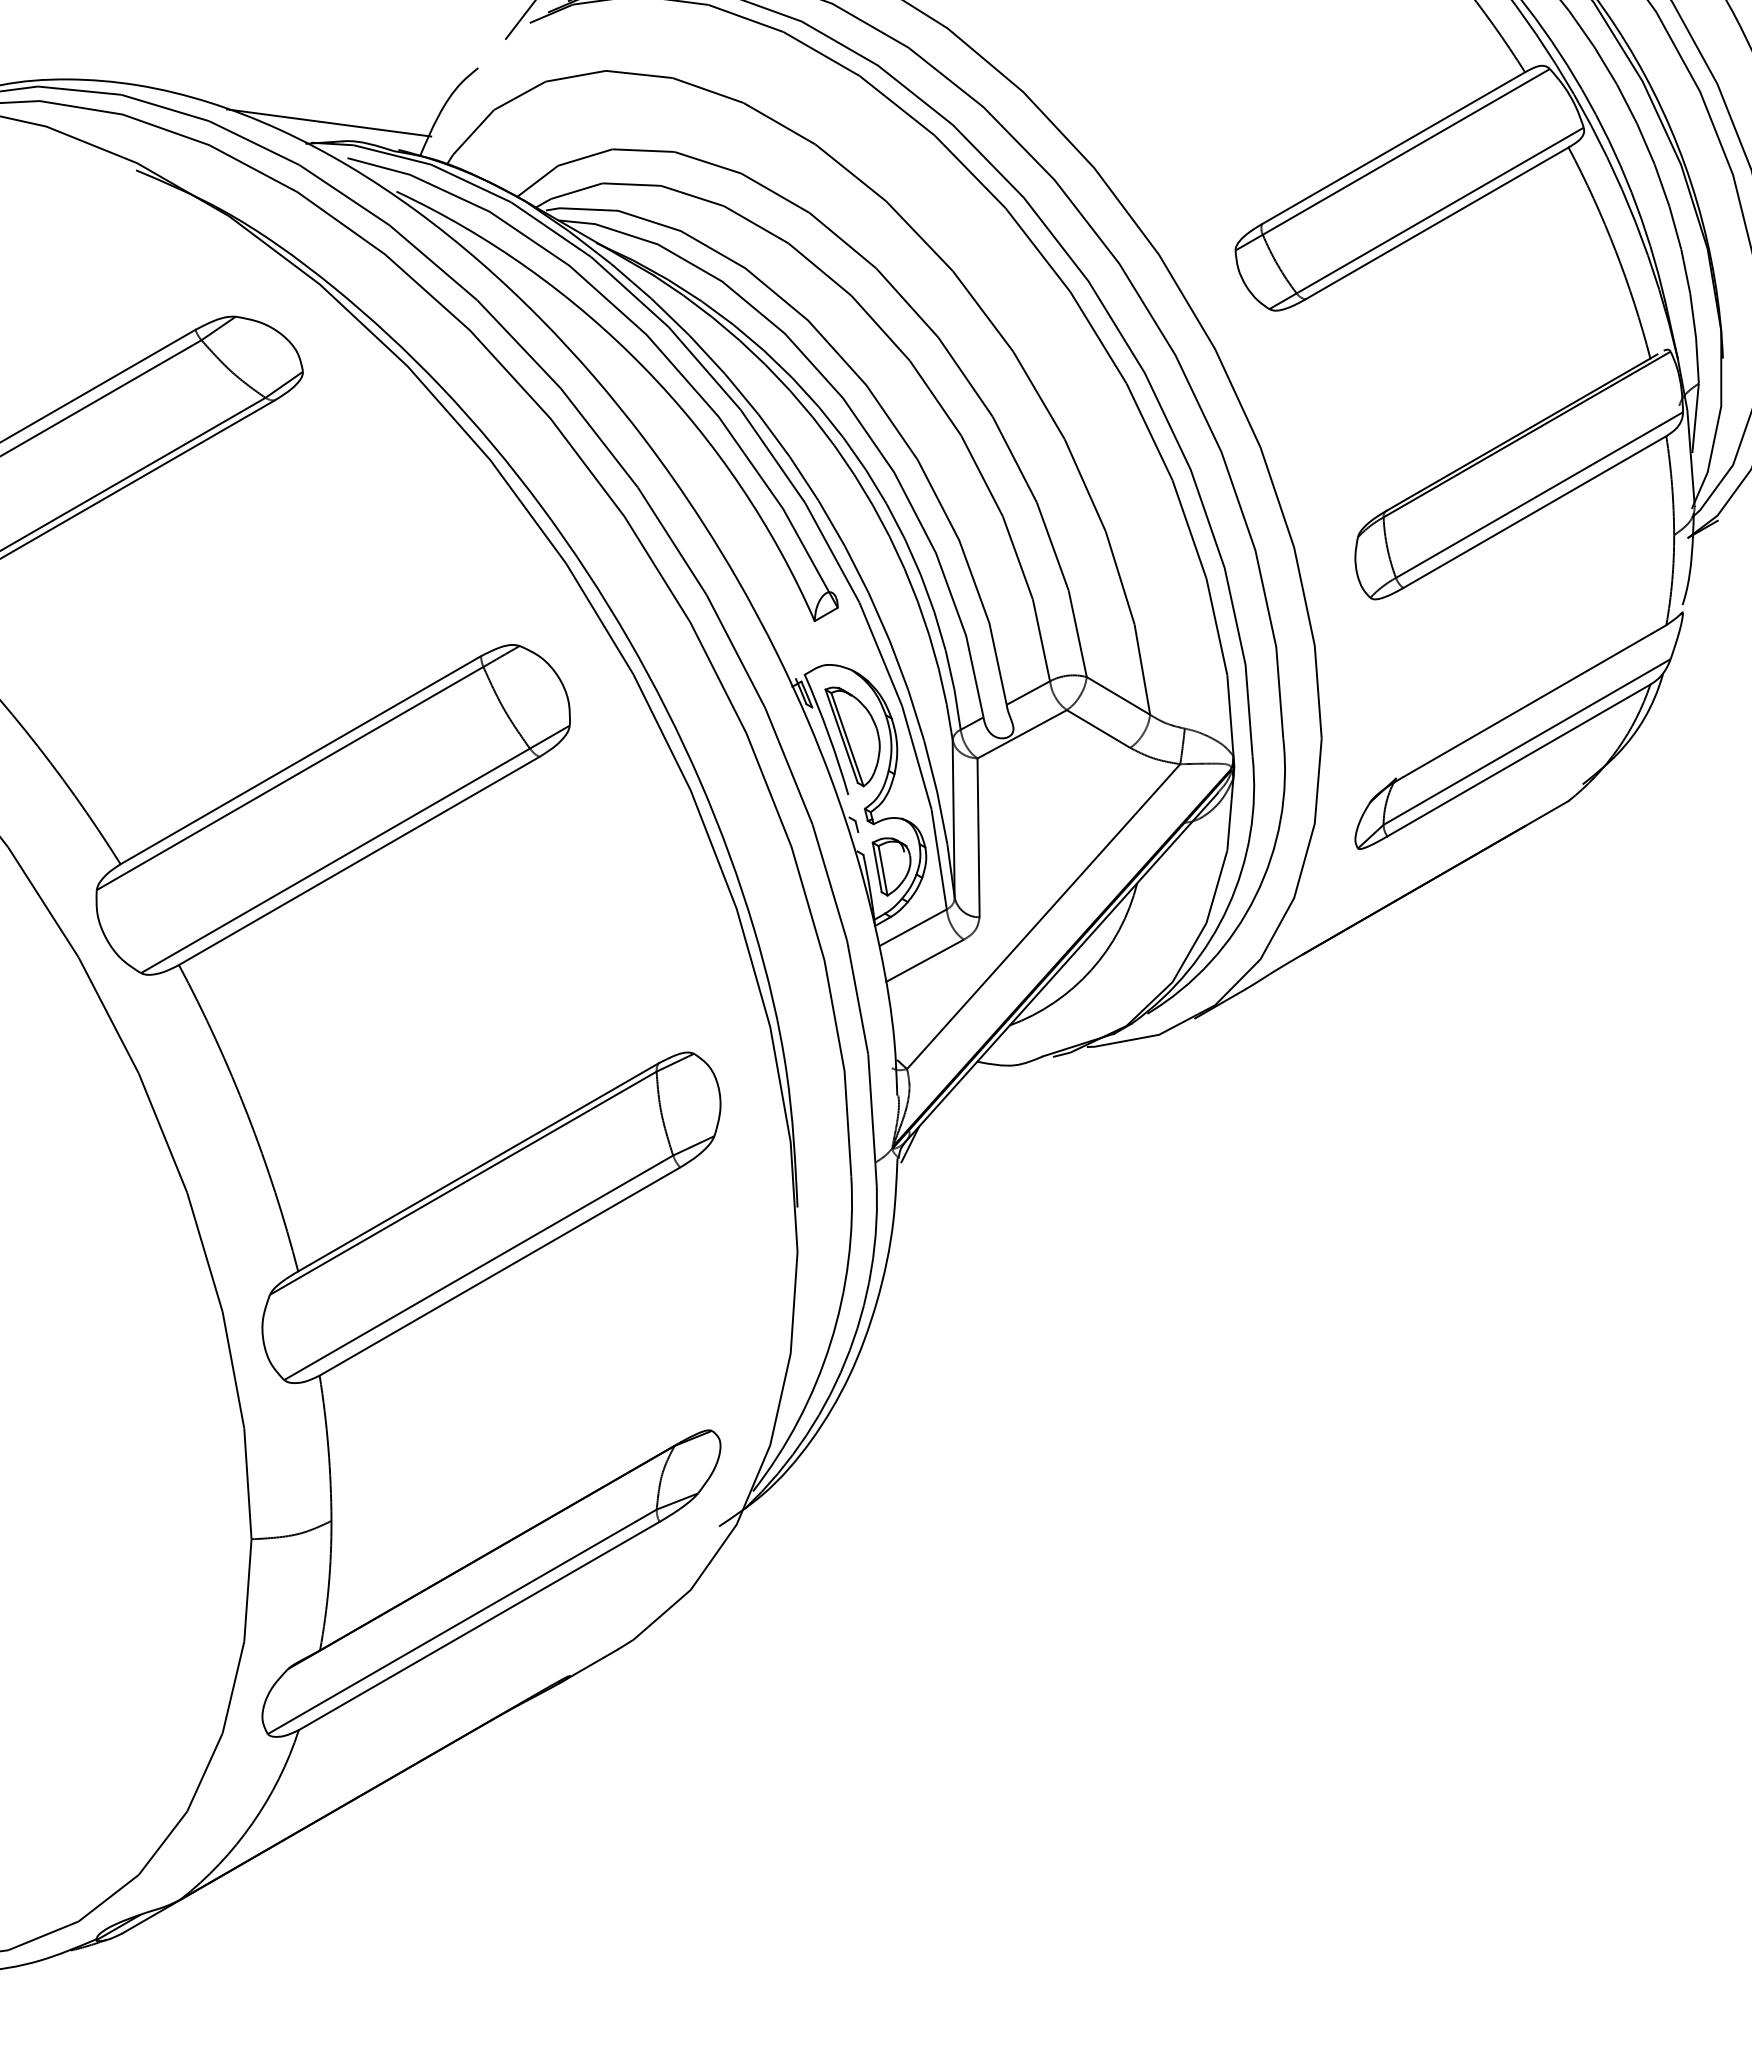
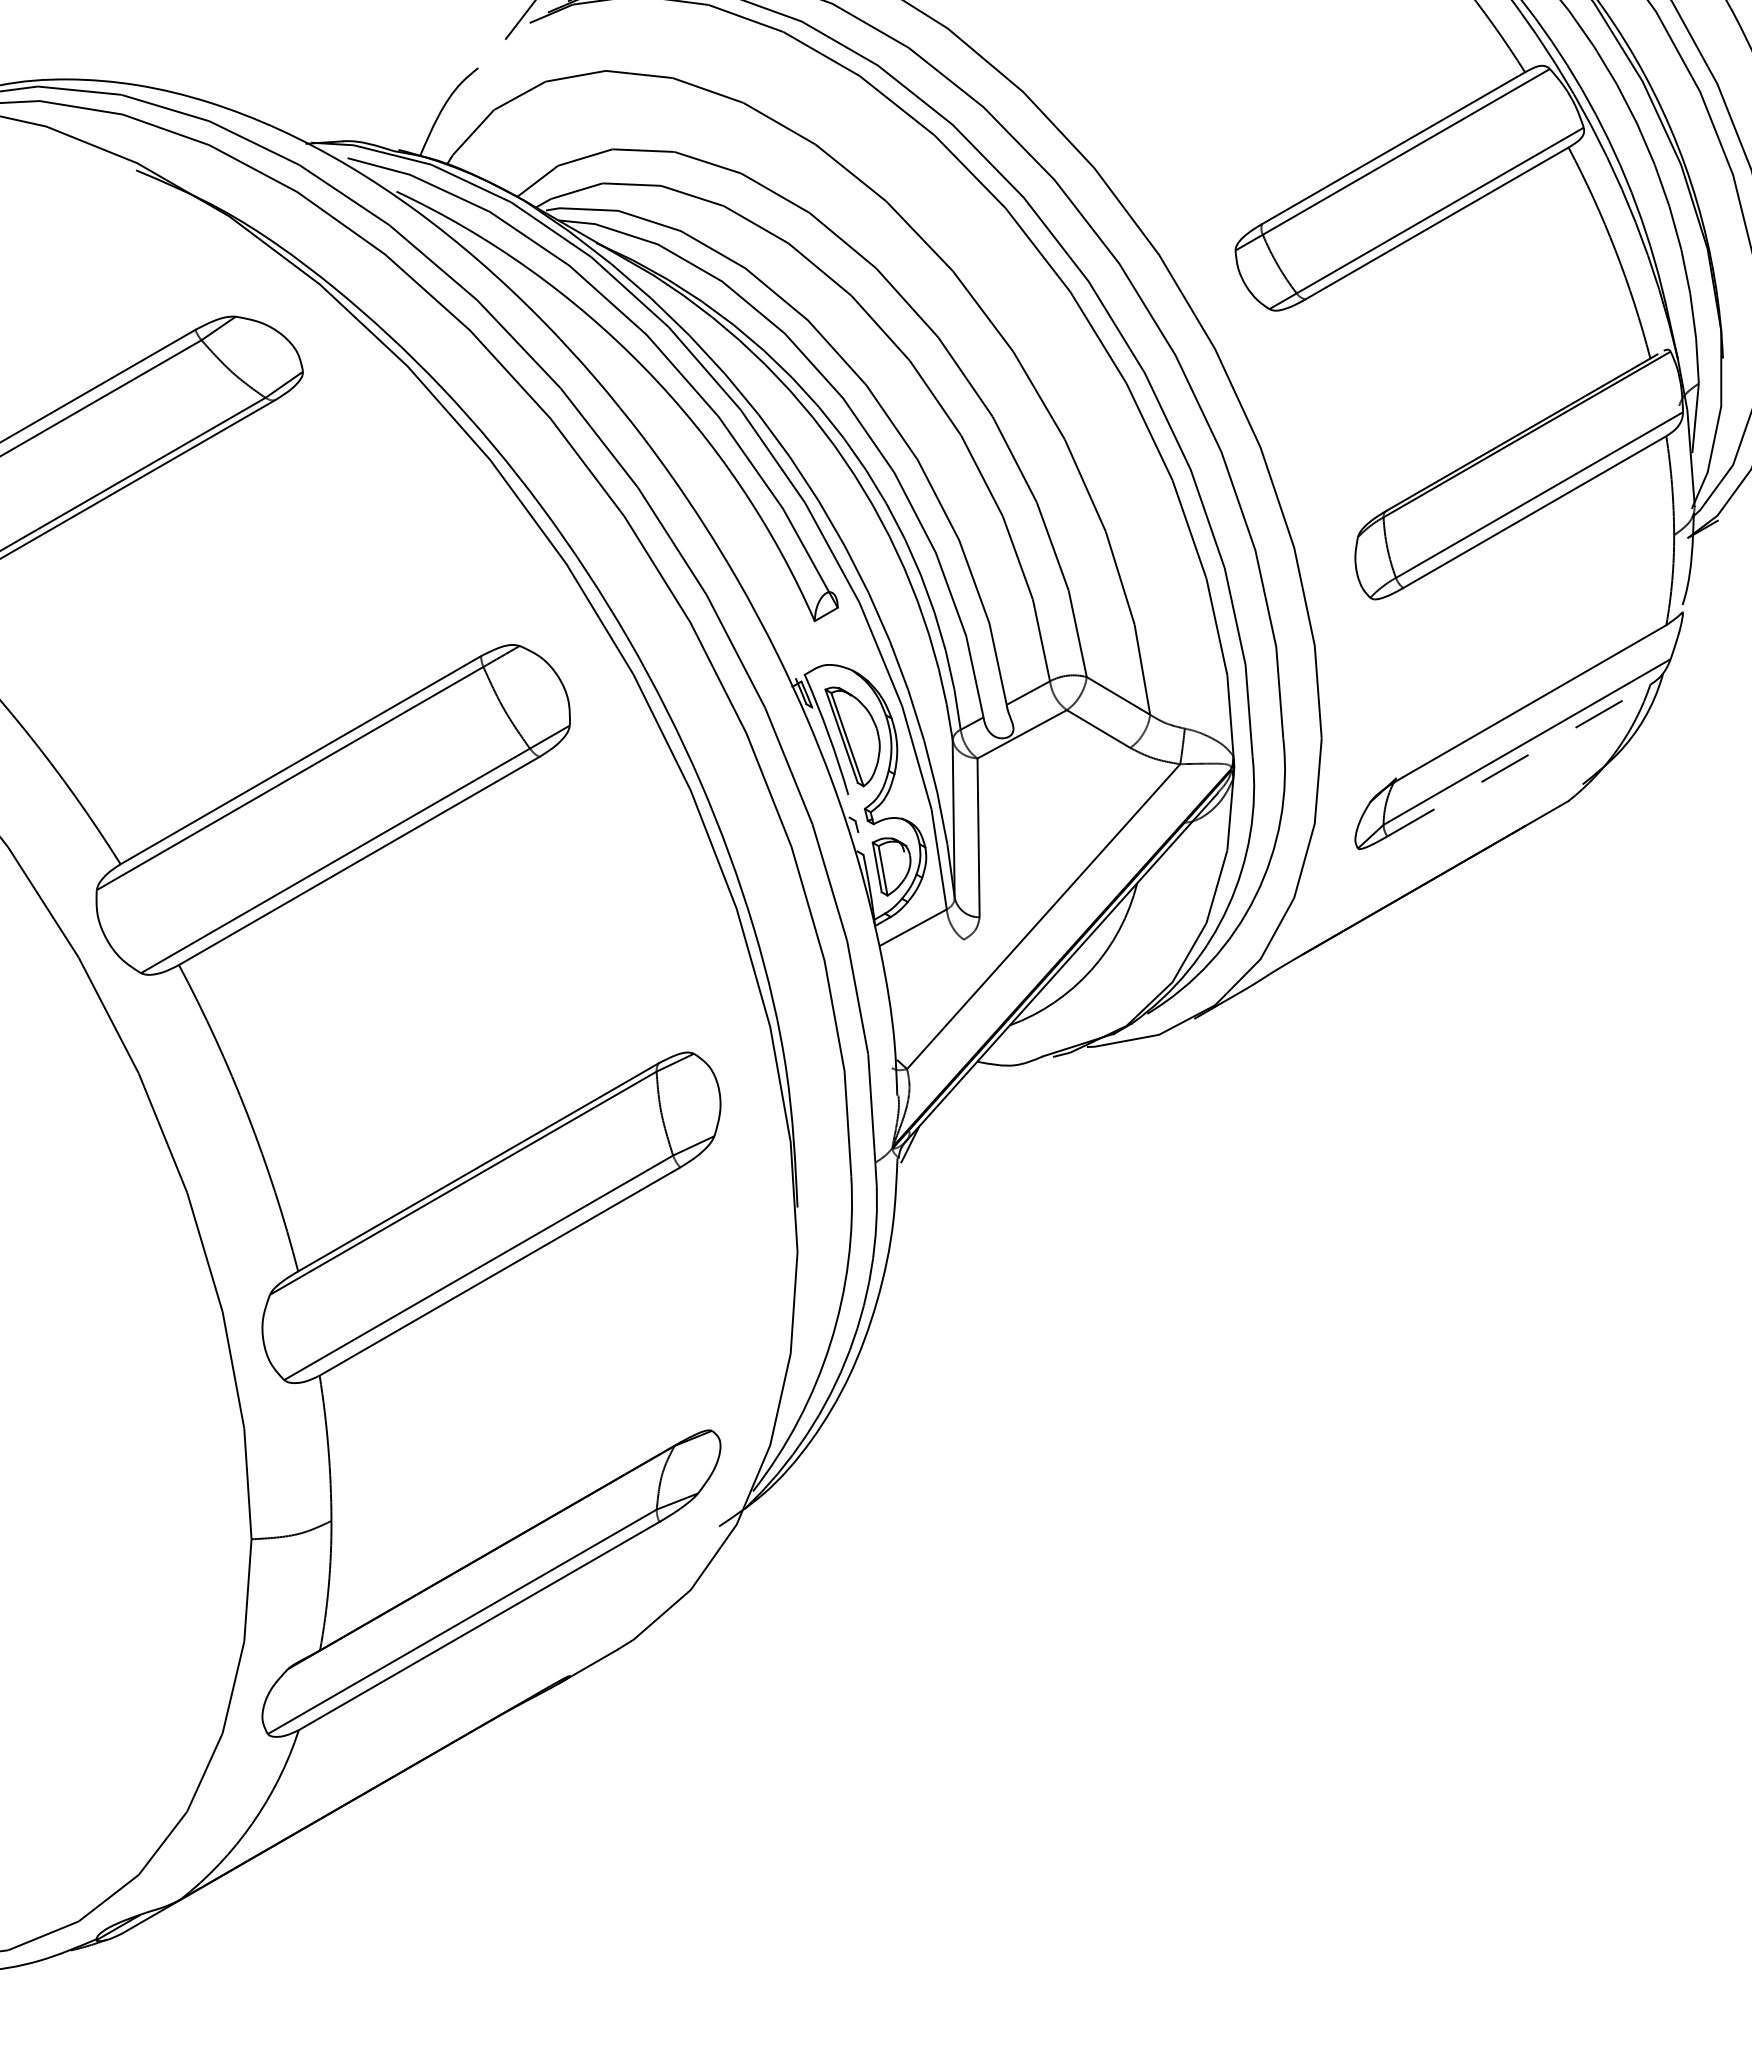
line at (329, 122): present -> none
line at (1518, 760): solid -> dashed
line at (924, 960): present -> none
